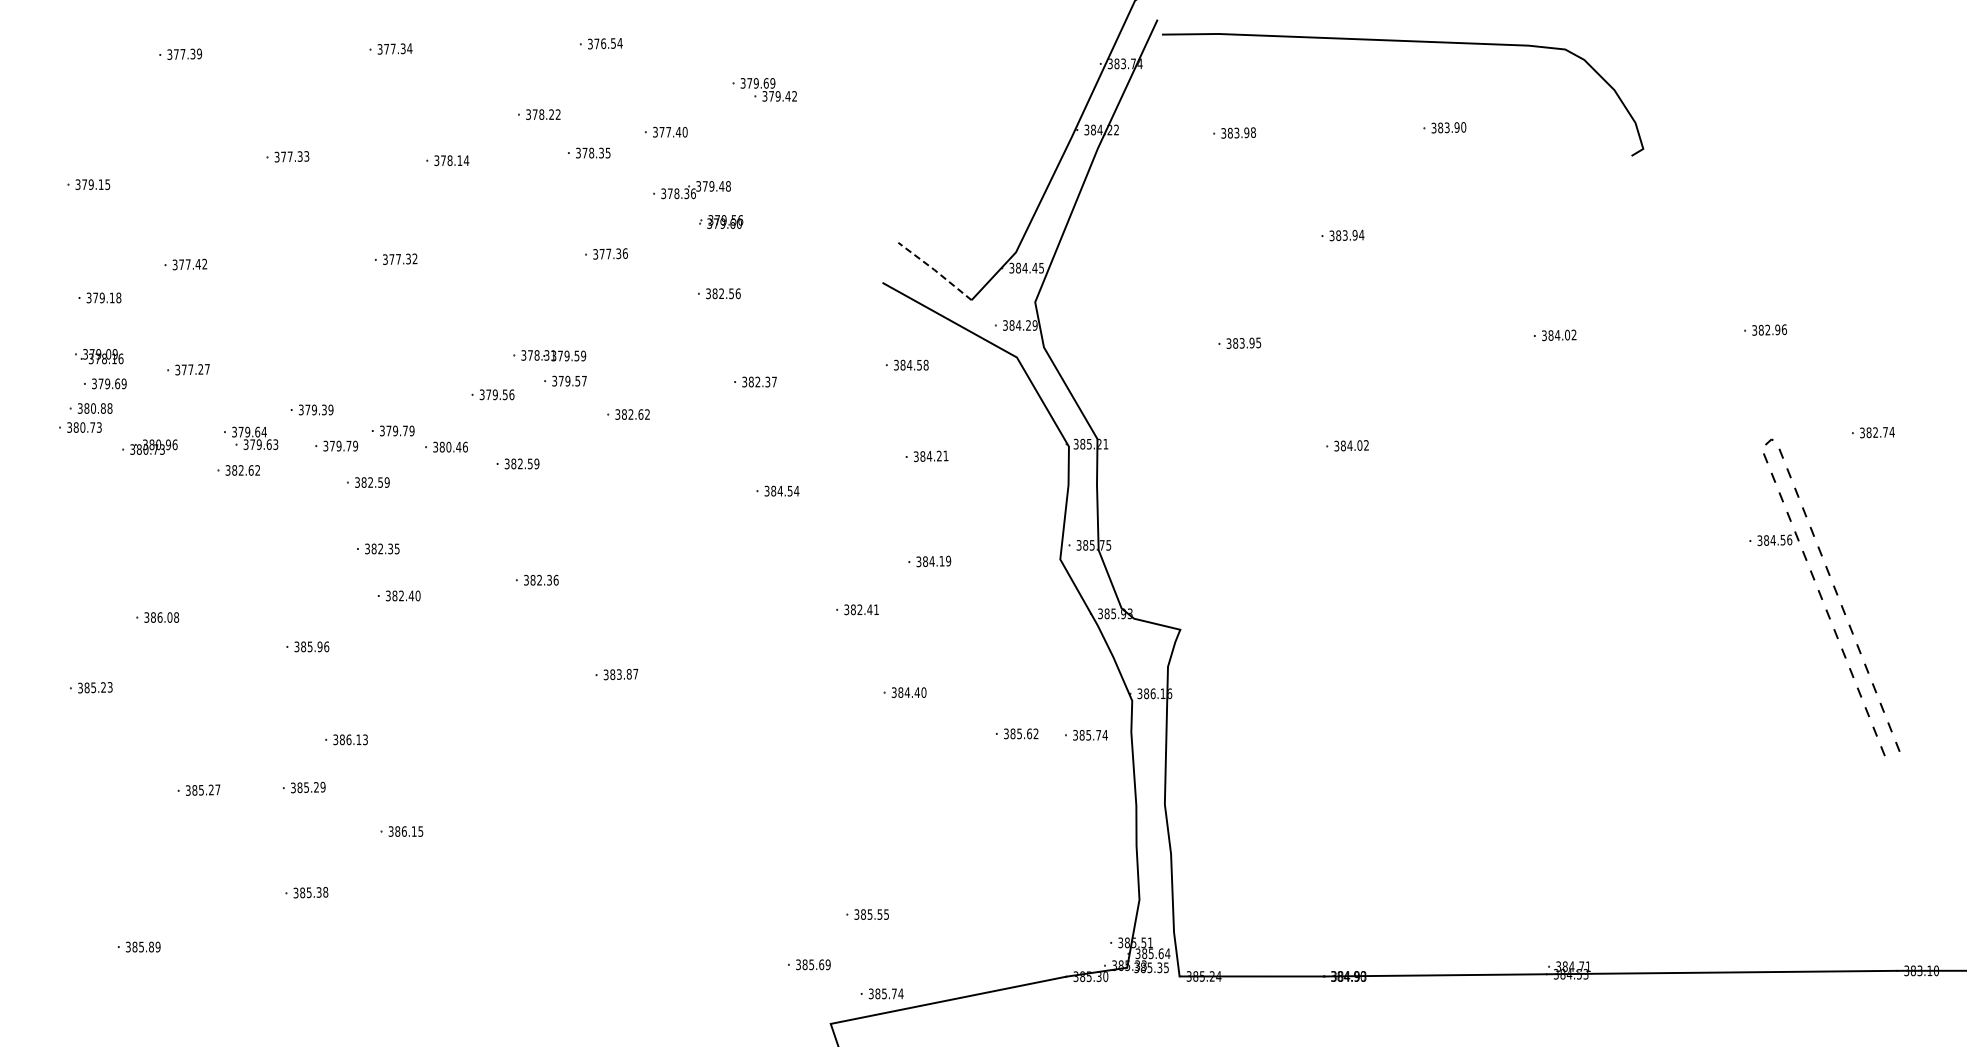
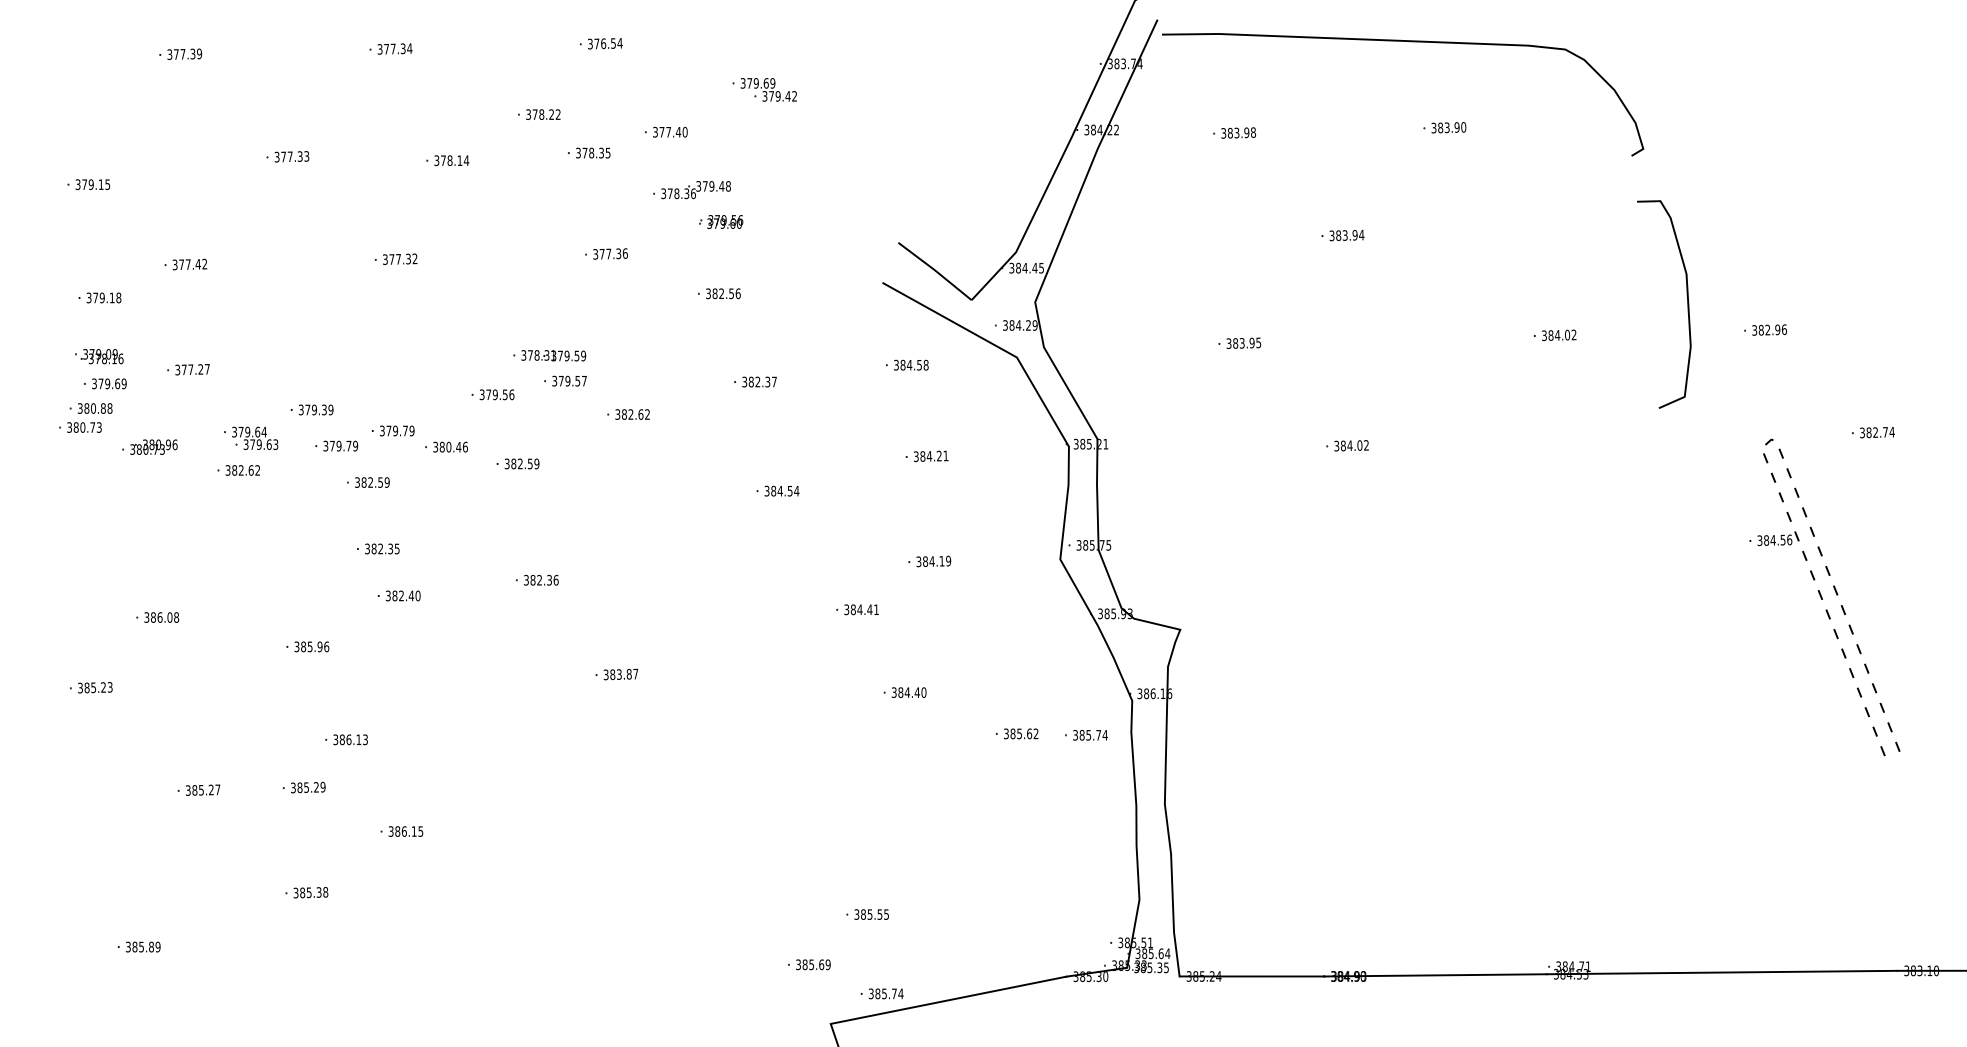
line at (934, 269): dashed -> solid
curve at (1687, 304): none -> present
text at (859, 609): 382.41 -> 384.41
